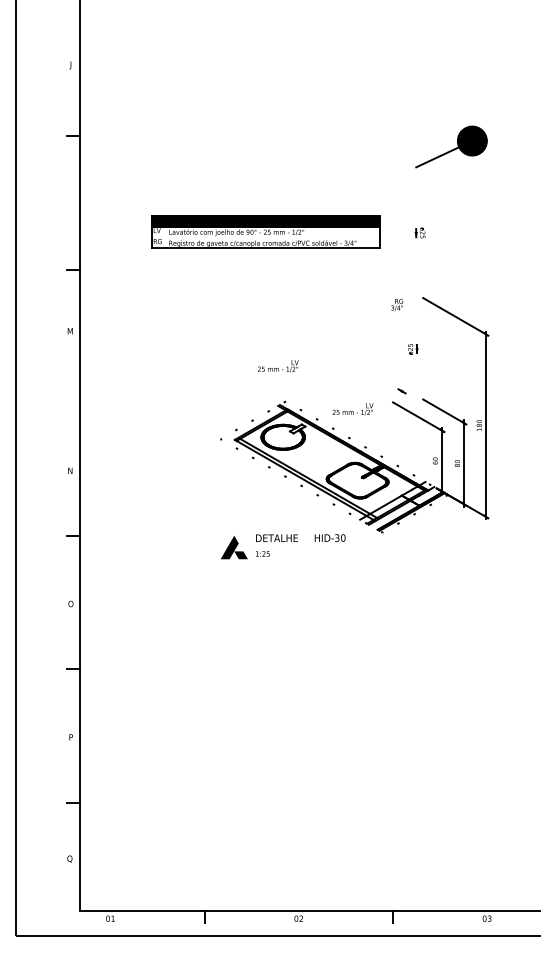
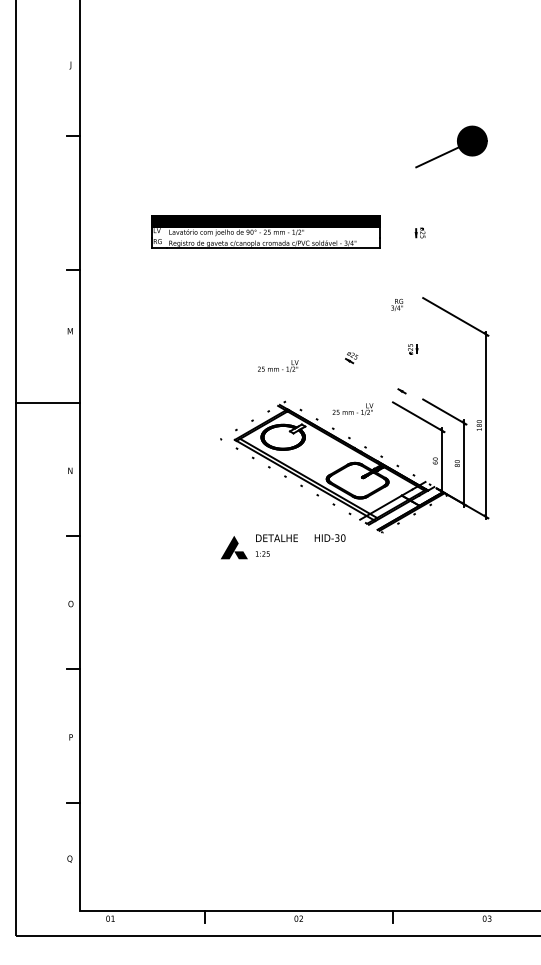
part at (351, 358): none -> present
line at (47, 402): none -> present
